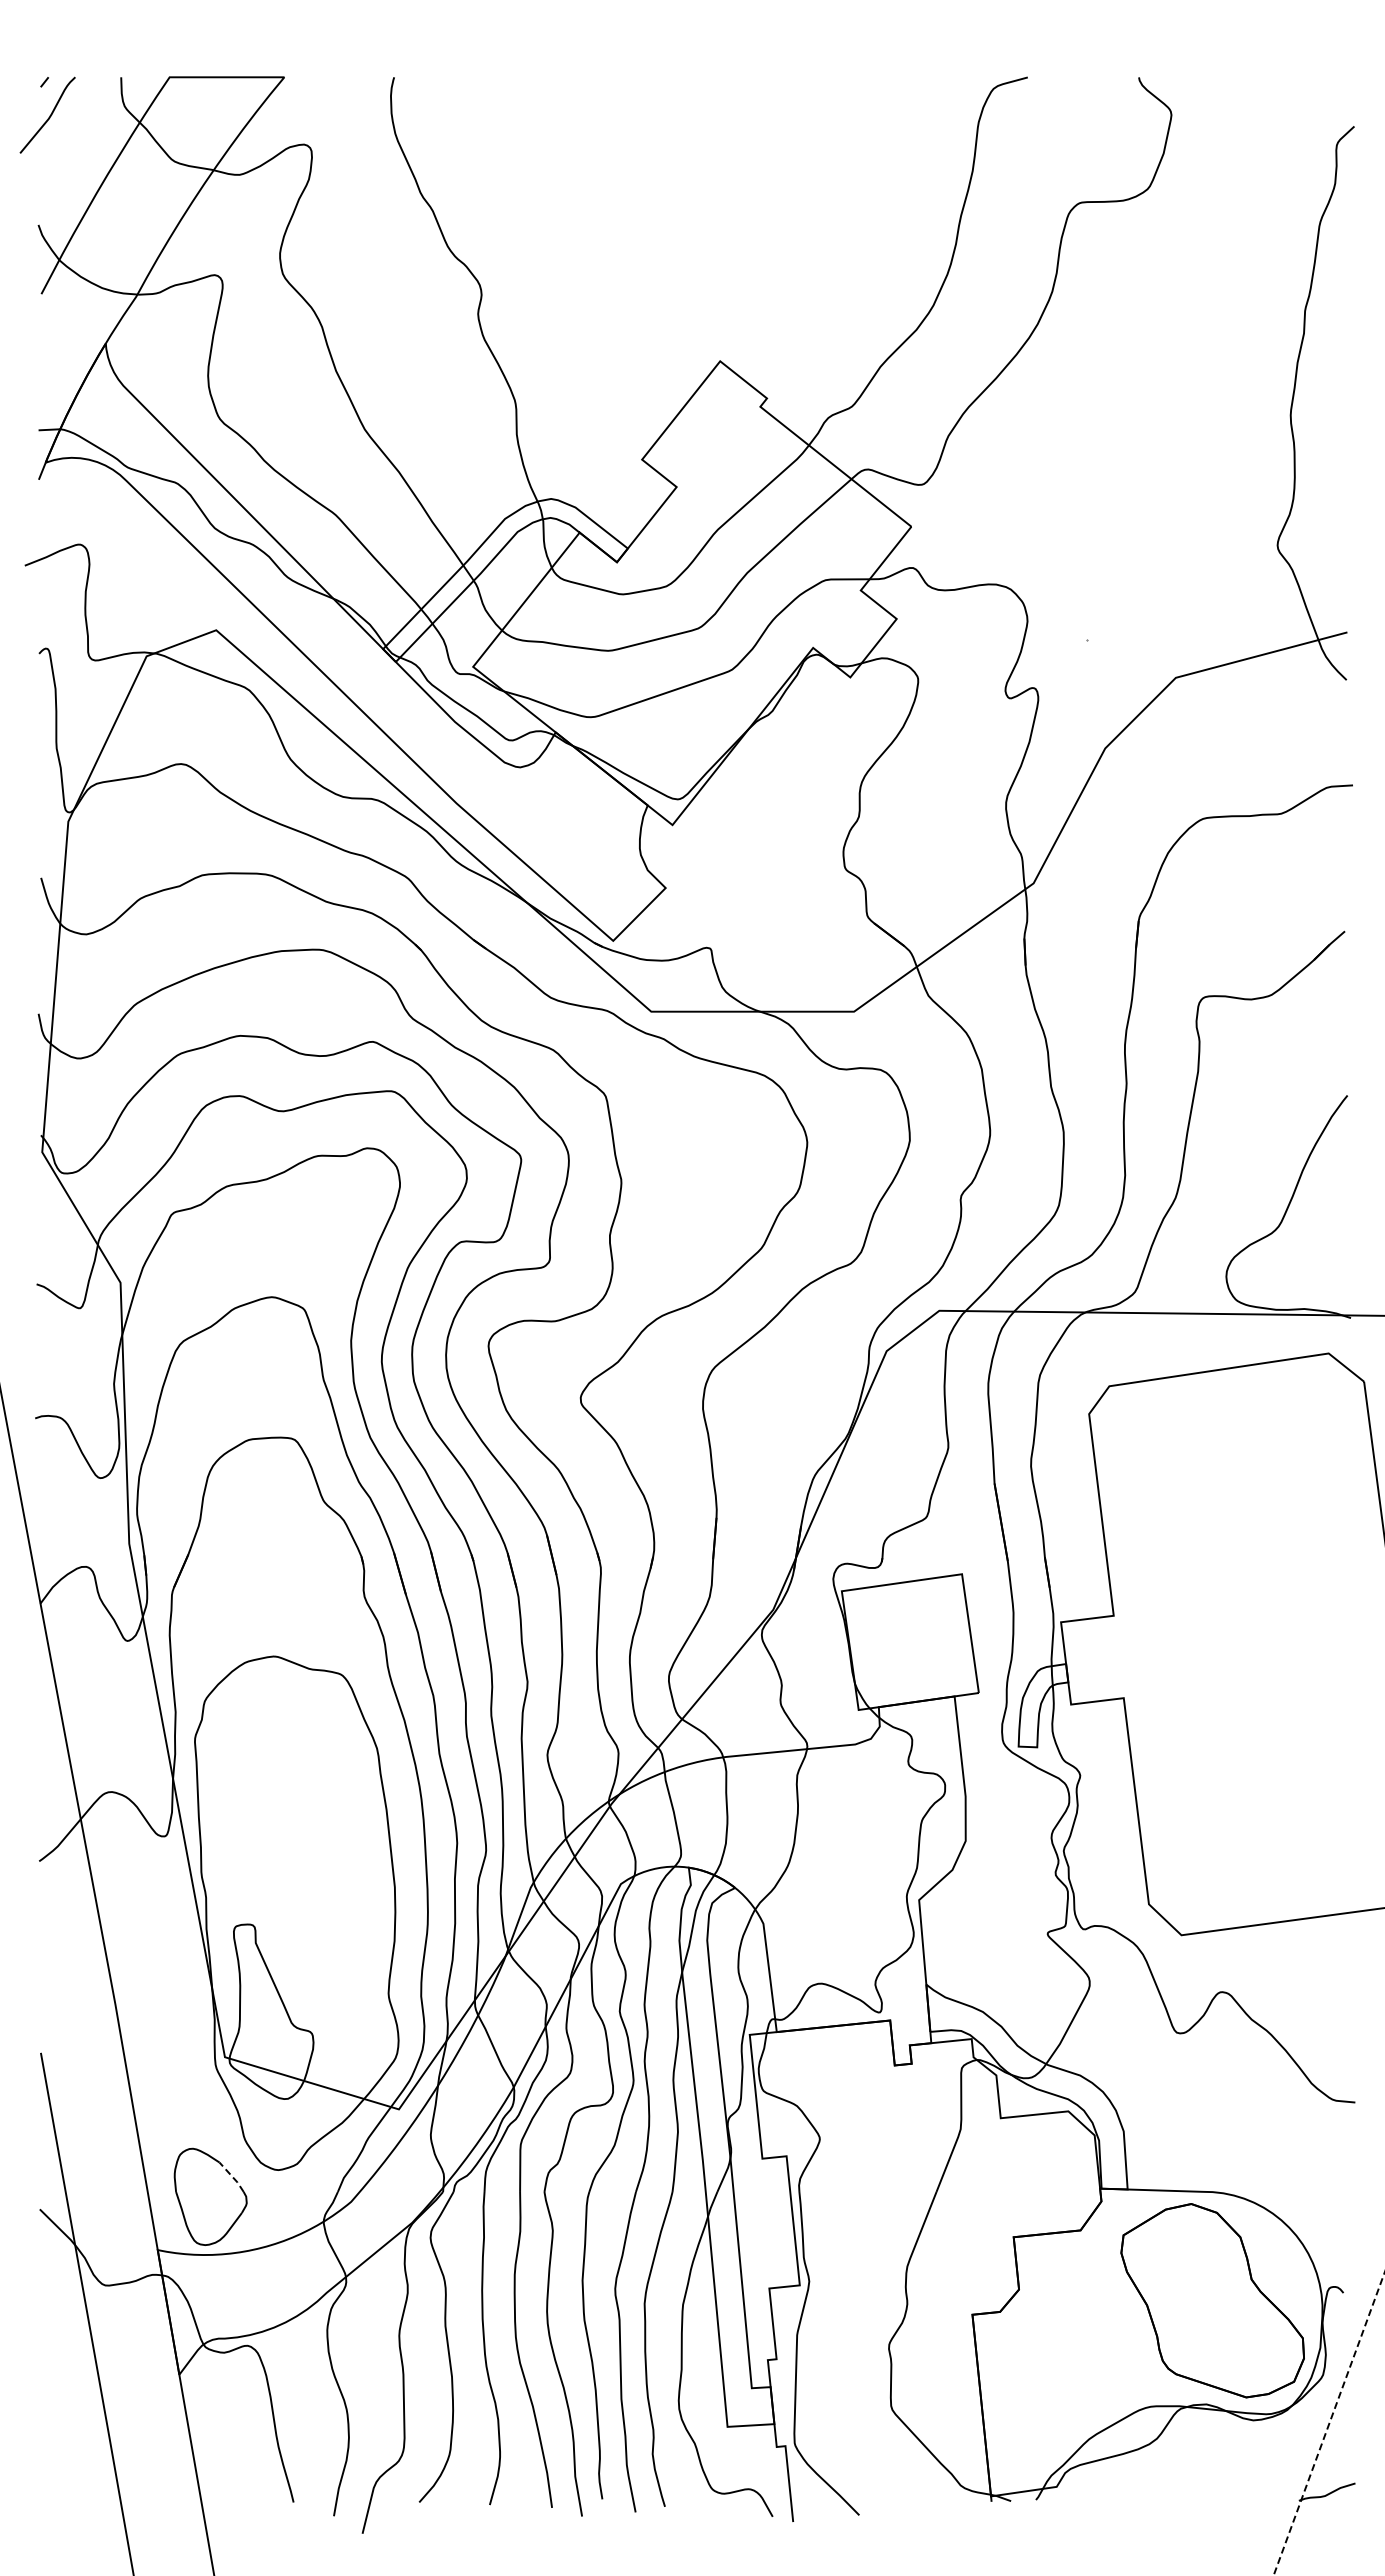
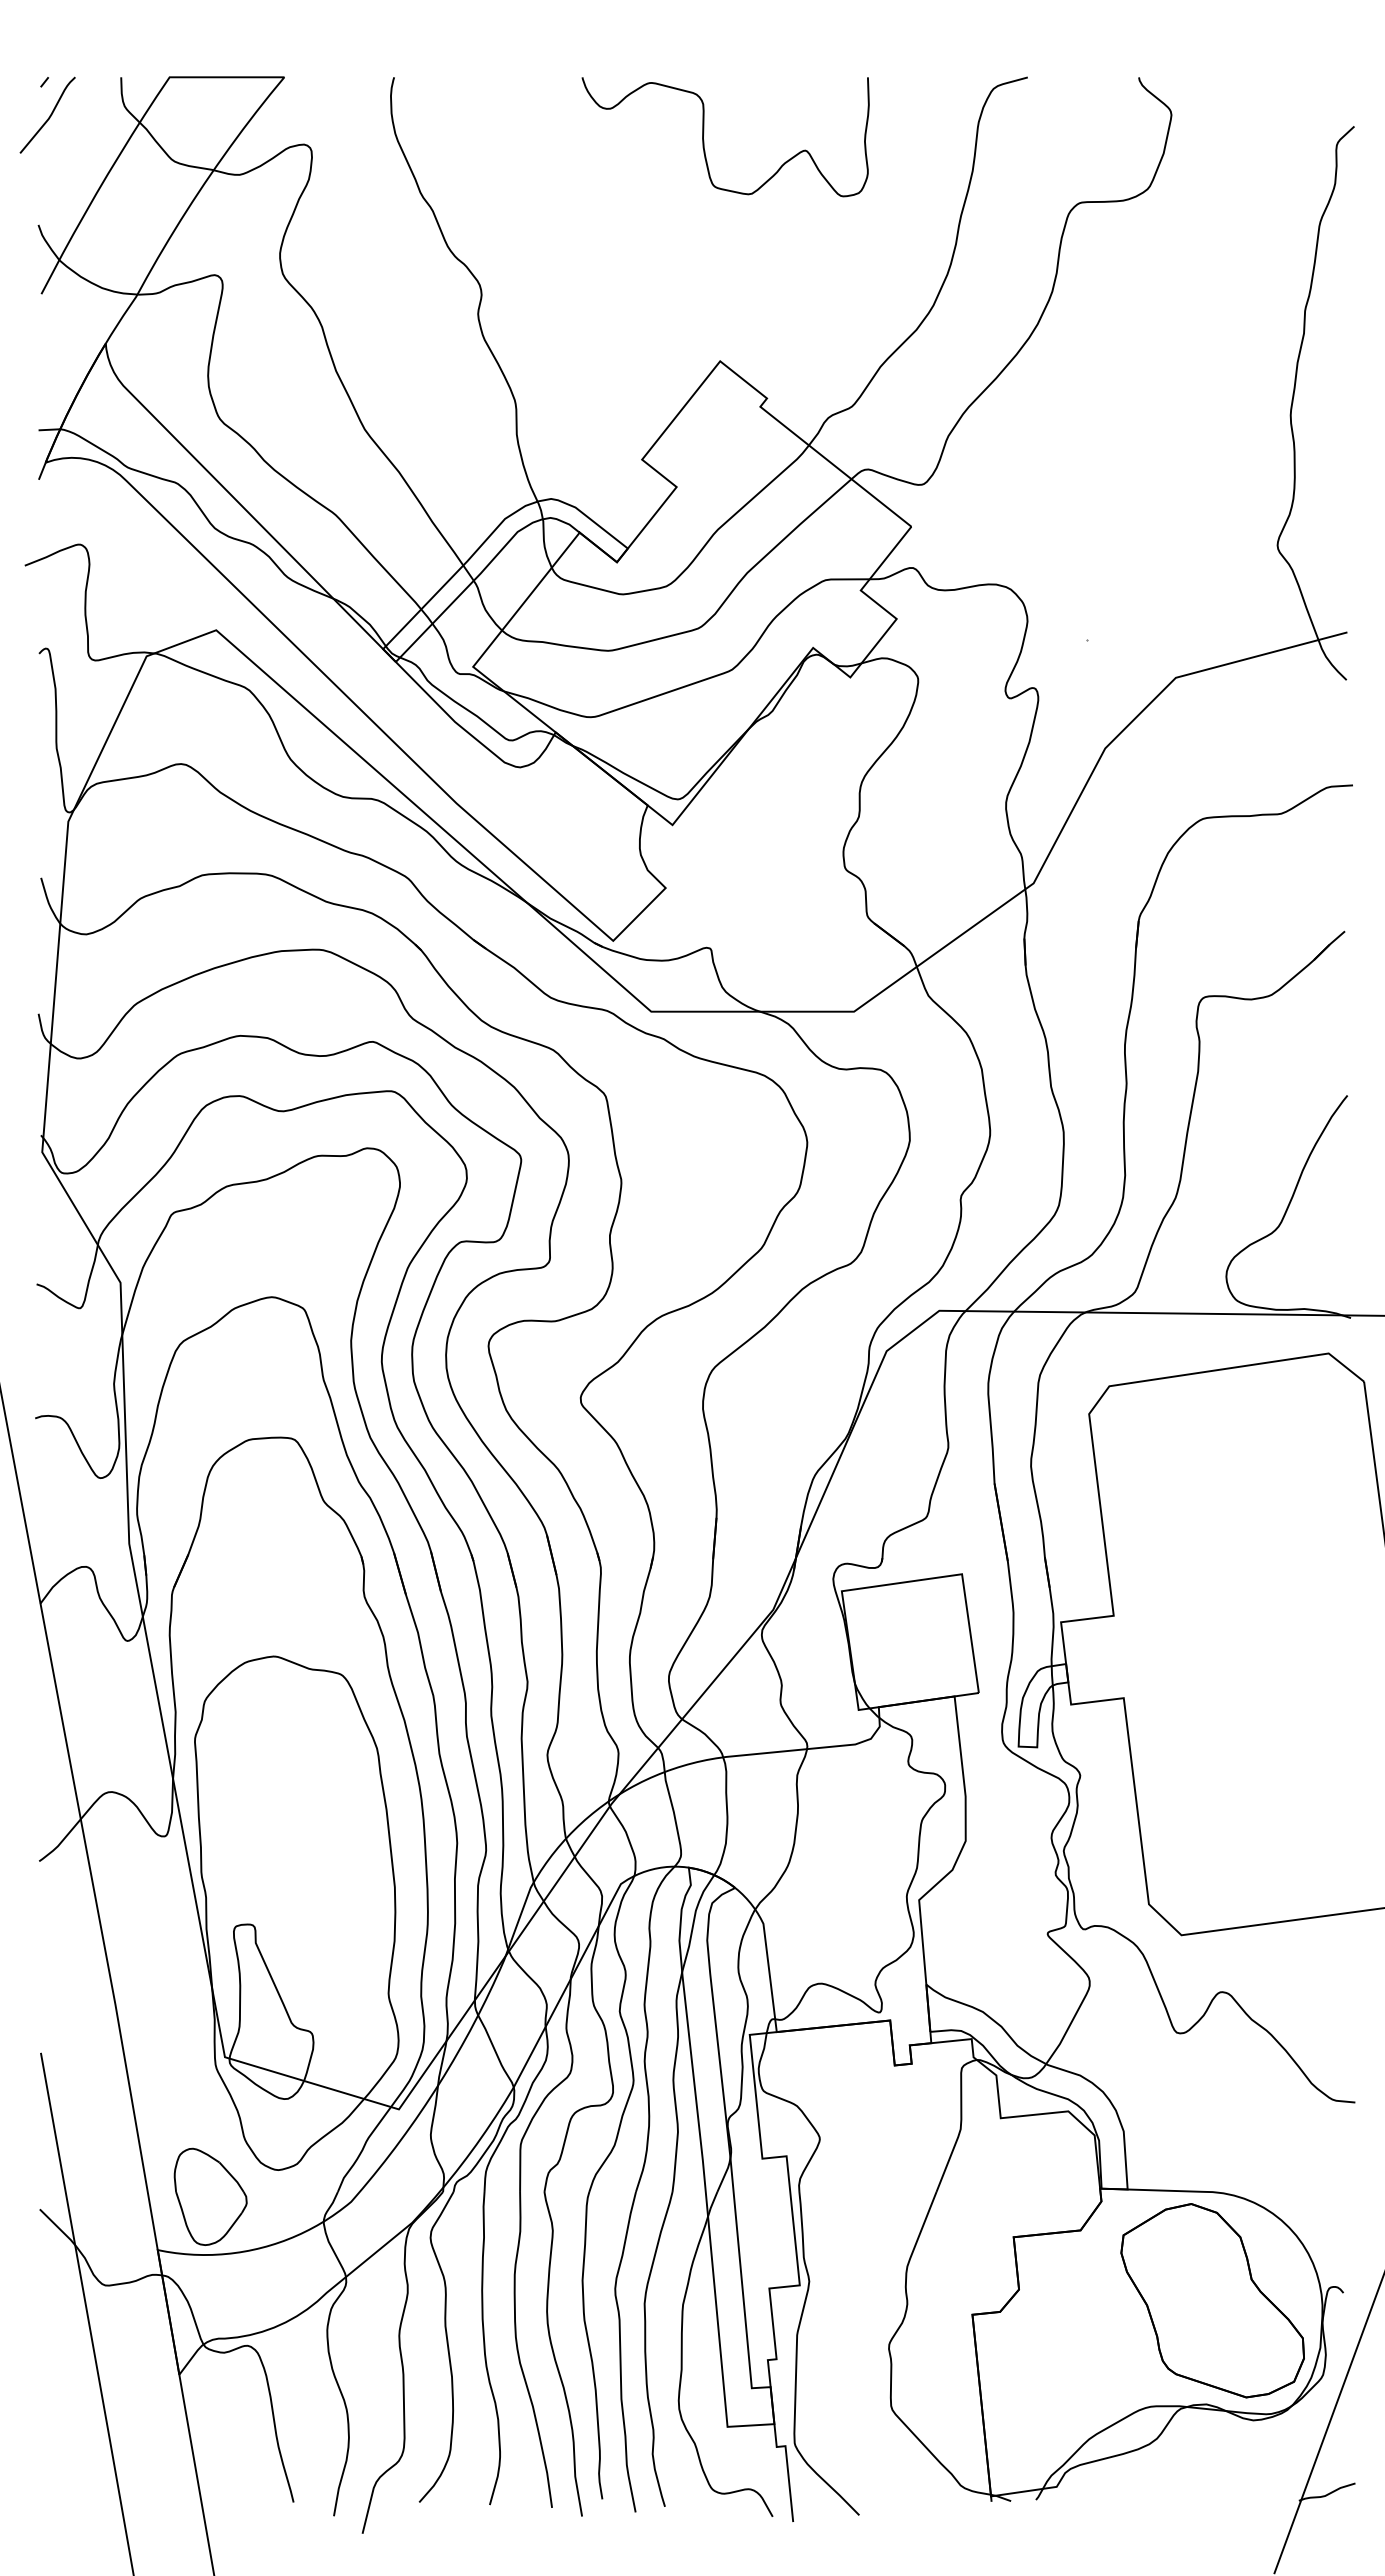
curve at (704, 140): none -> present
line at (232, 2177): dashed -> solid
line at (1329, 2423): dashed -> solid
